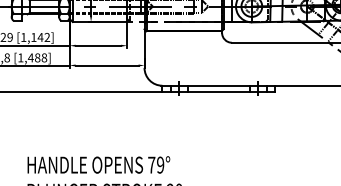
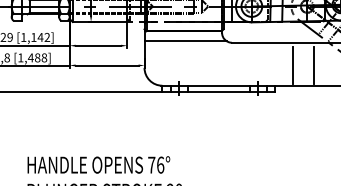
line at (185, 41): none -> present
line at (293, 64): none -> present
line at (314, 64): none -> present
text at (160, 164): 79° -> 76°
